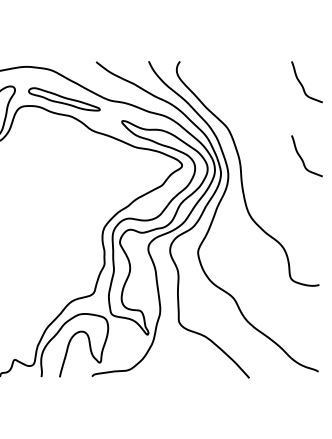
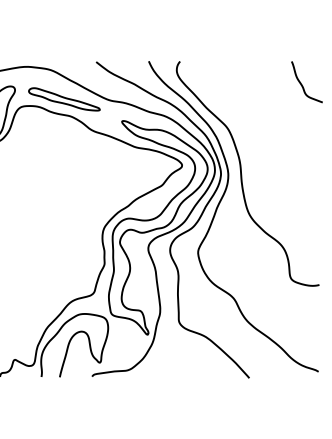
curve at (302, 158): present -> none
